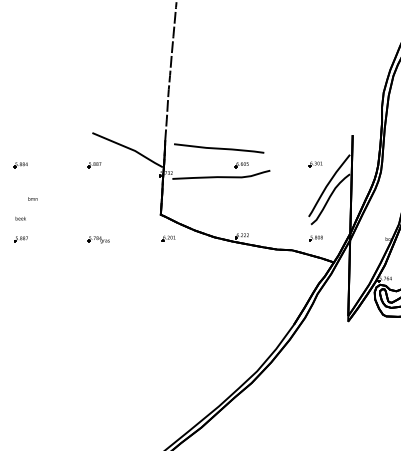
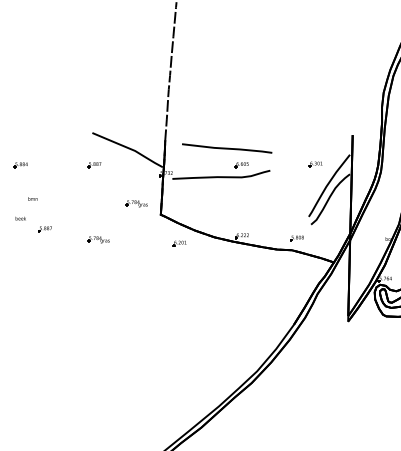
line at (219, 148) position: (219, 148) -> (227, 148)
part at (136, 203): none -> present
part at (168, 238) position: (168, 238) -> (179, 243)
part at (315, 238) position: (315, 238) -> (296, 238)
part at (20, 239) position: (20, 239) -> (44, 229)
